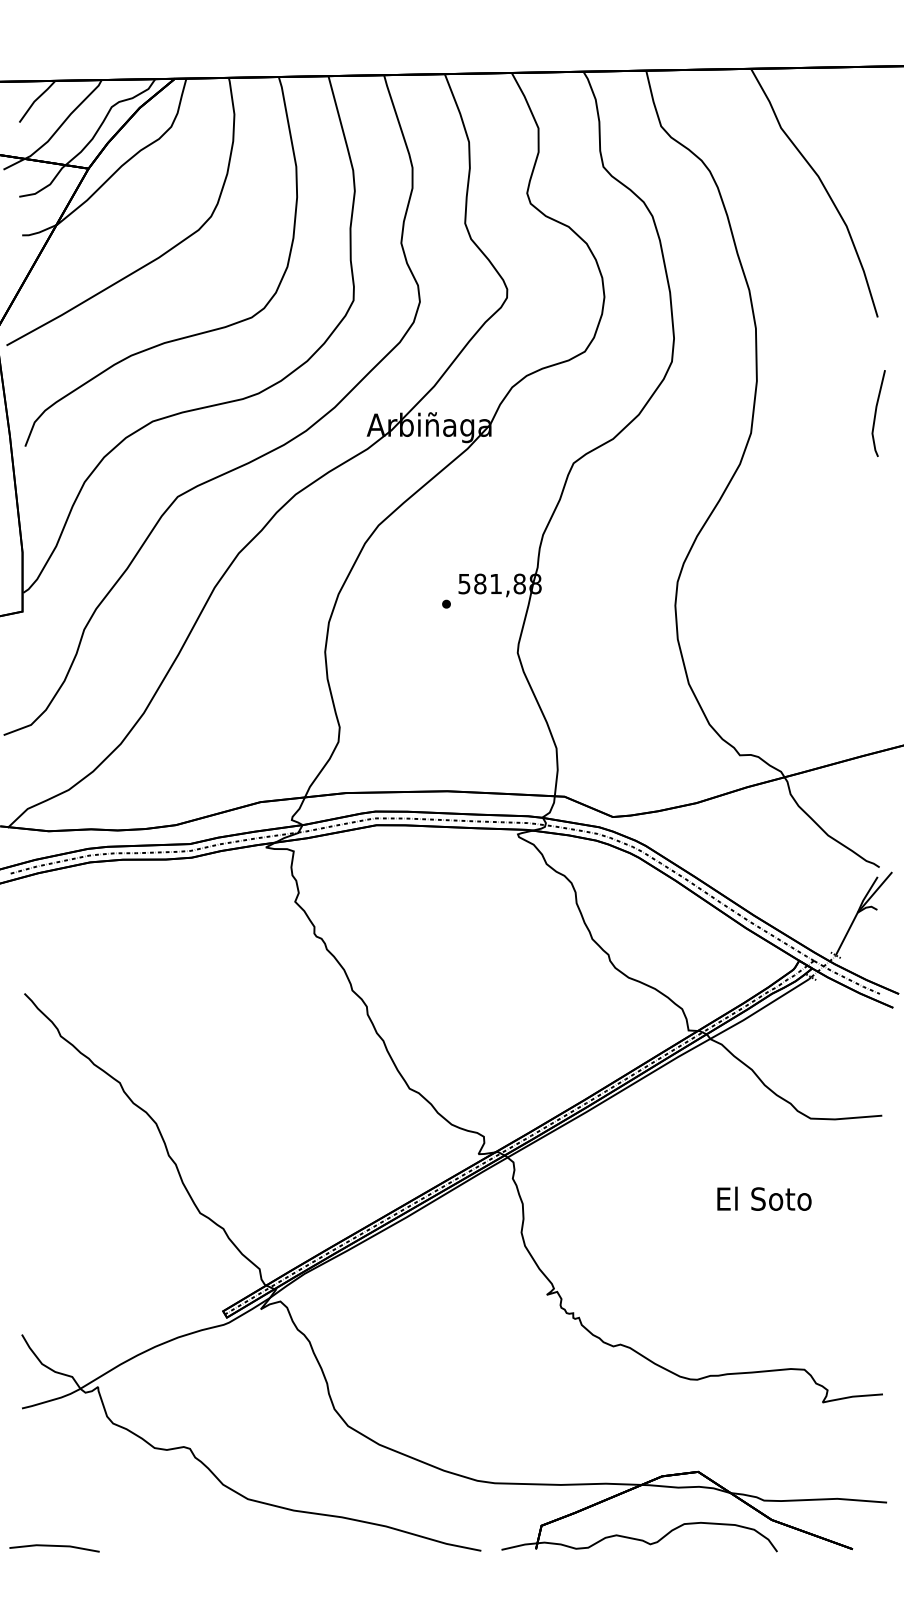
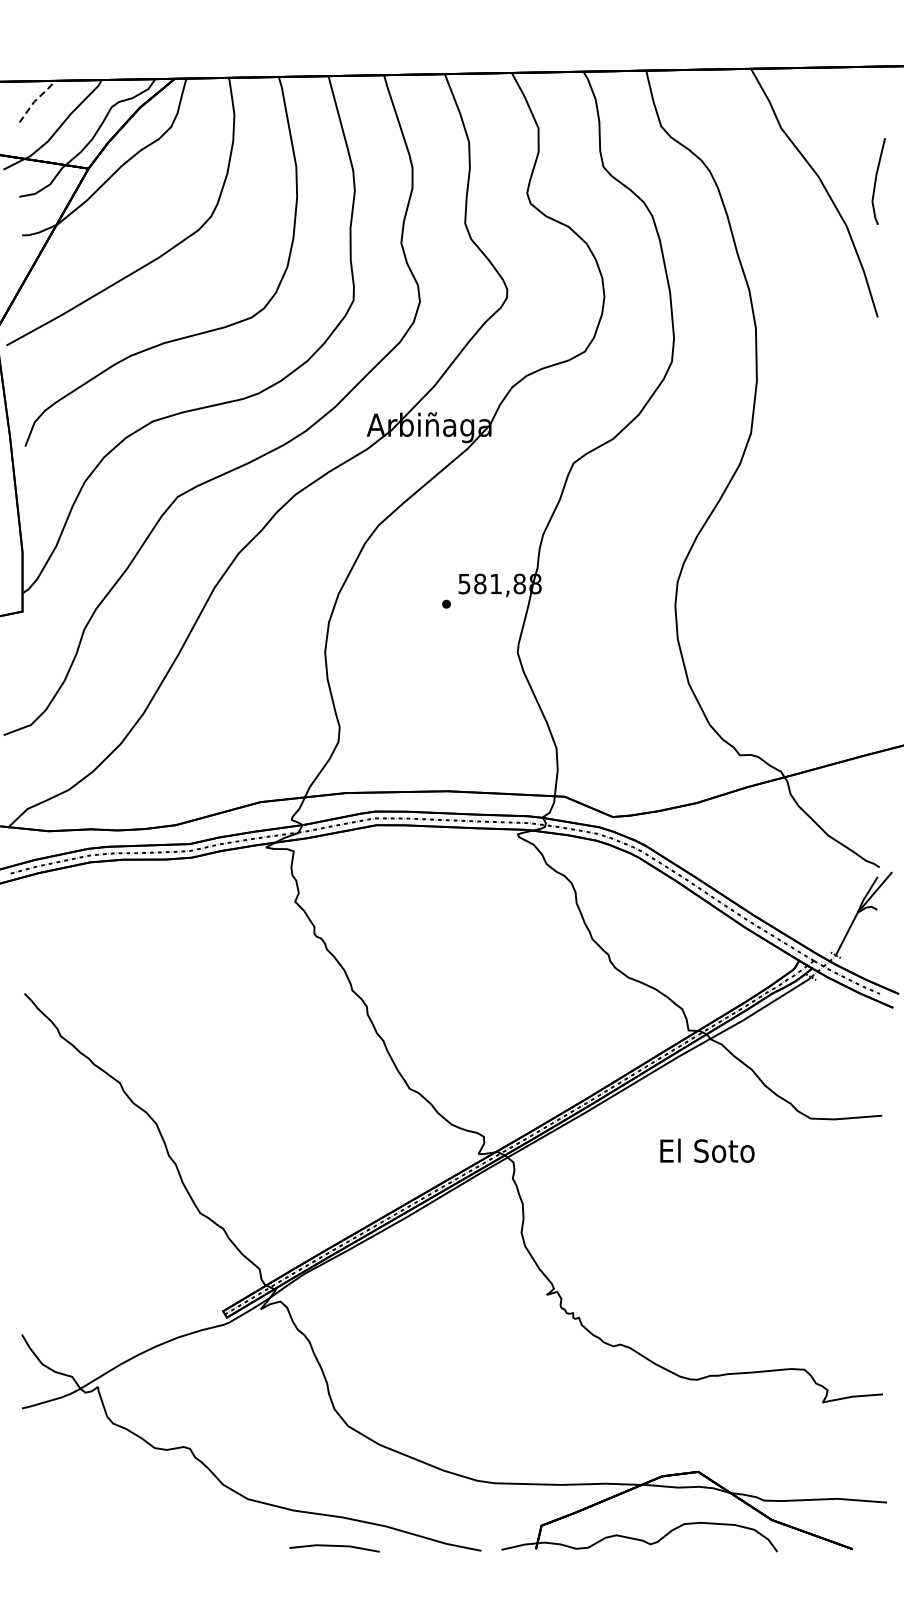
line at (36, 99): solid -> dashed
line at (876, 413) position: (876, 413) -> (876, 181)
text at (764, 1198) position: (764, 1198) -> (707, 1150)
line at (54, 1546) position: (54, 1546) -> (334, 1546)
